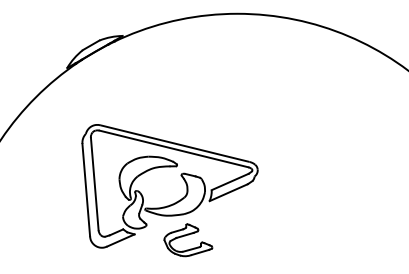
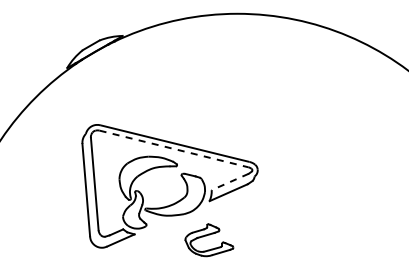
line at (173, 148): solid -> dashed
line at (229, 182): solid -> dashed
part at (188, 240) position: (188, 240) -> (209, 240)
